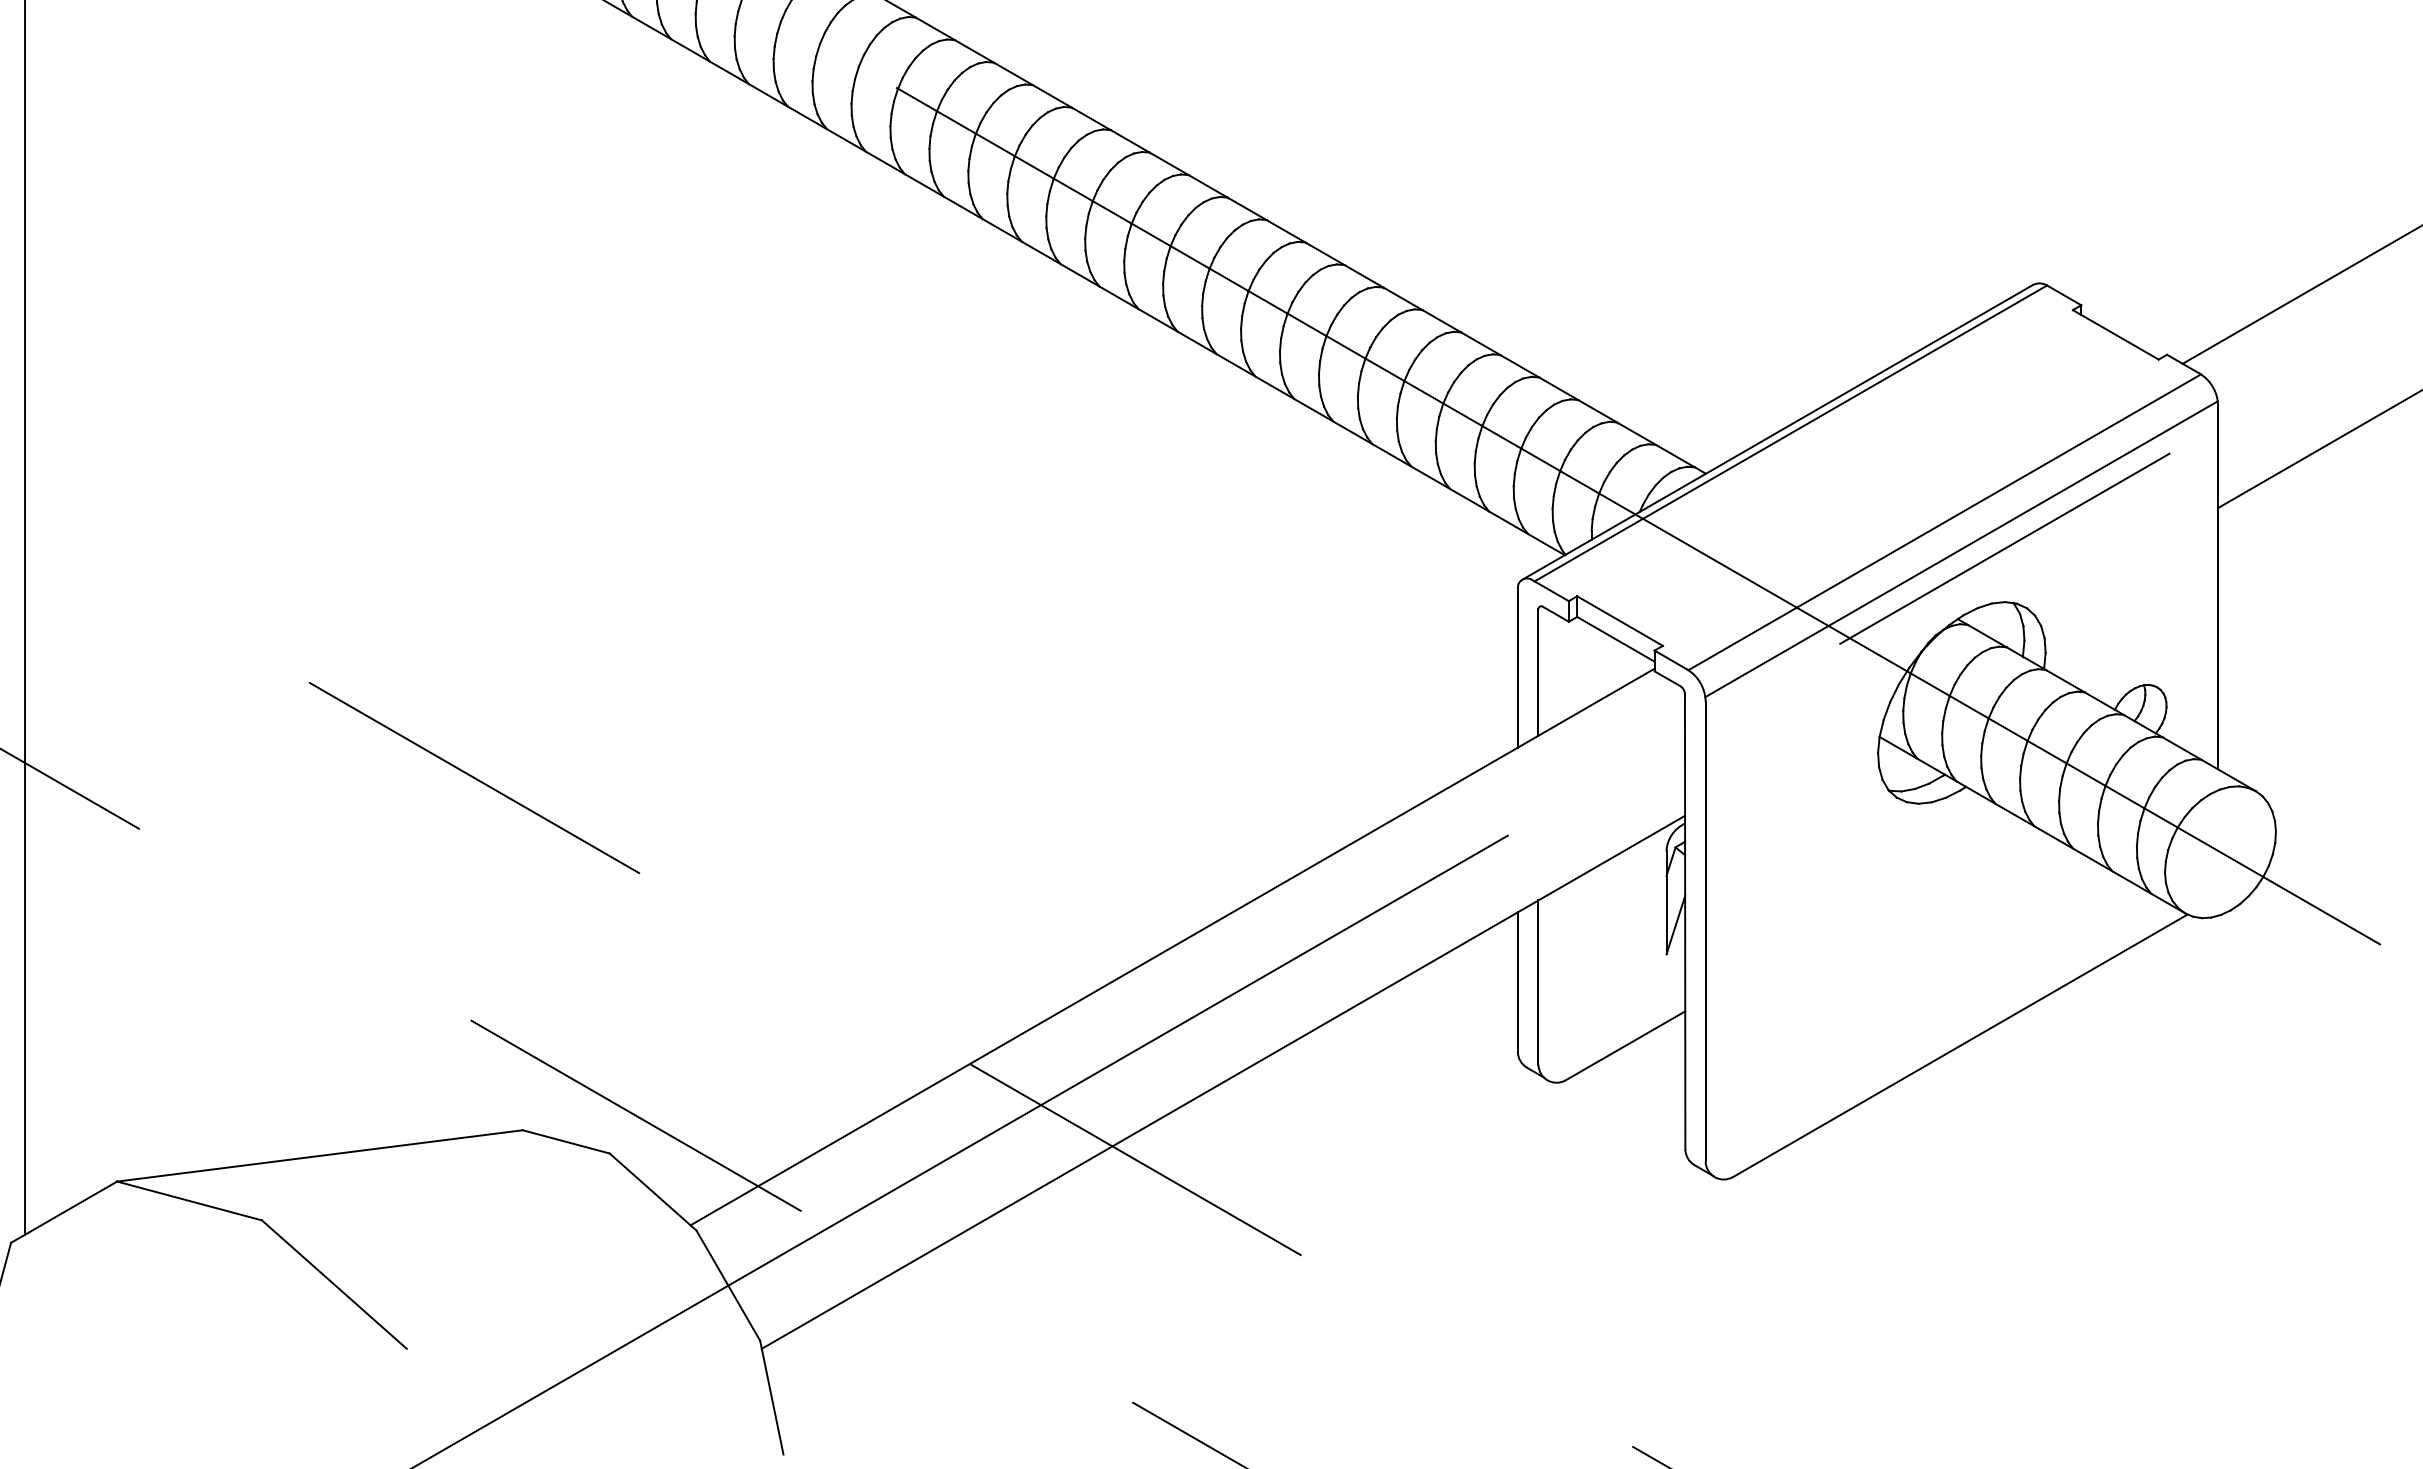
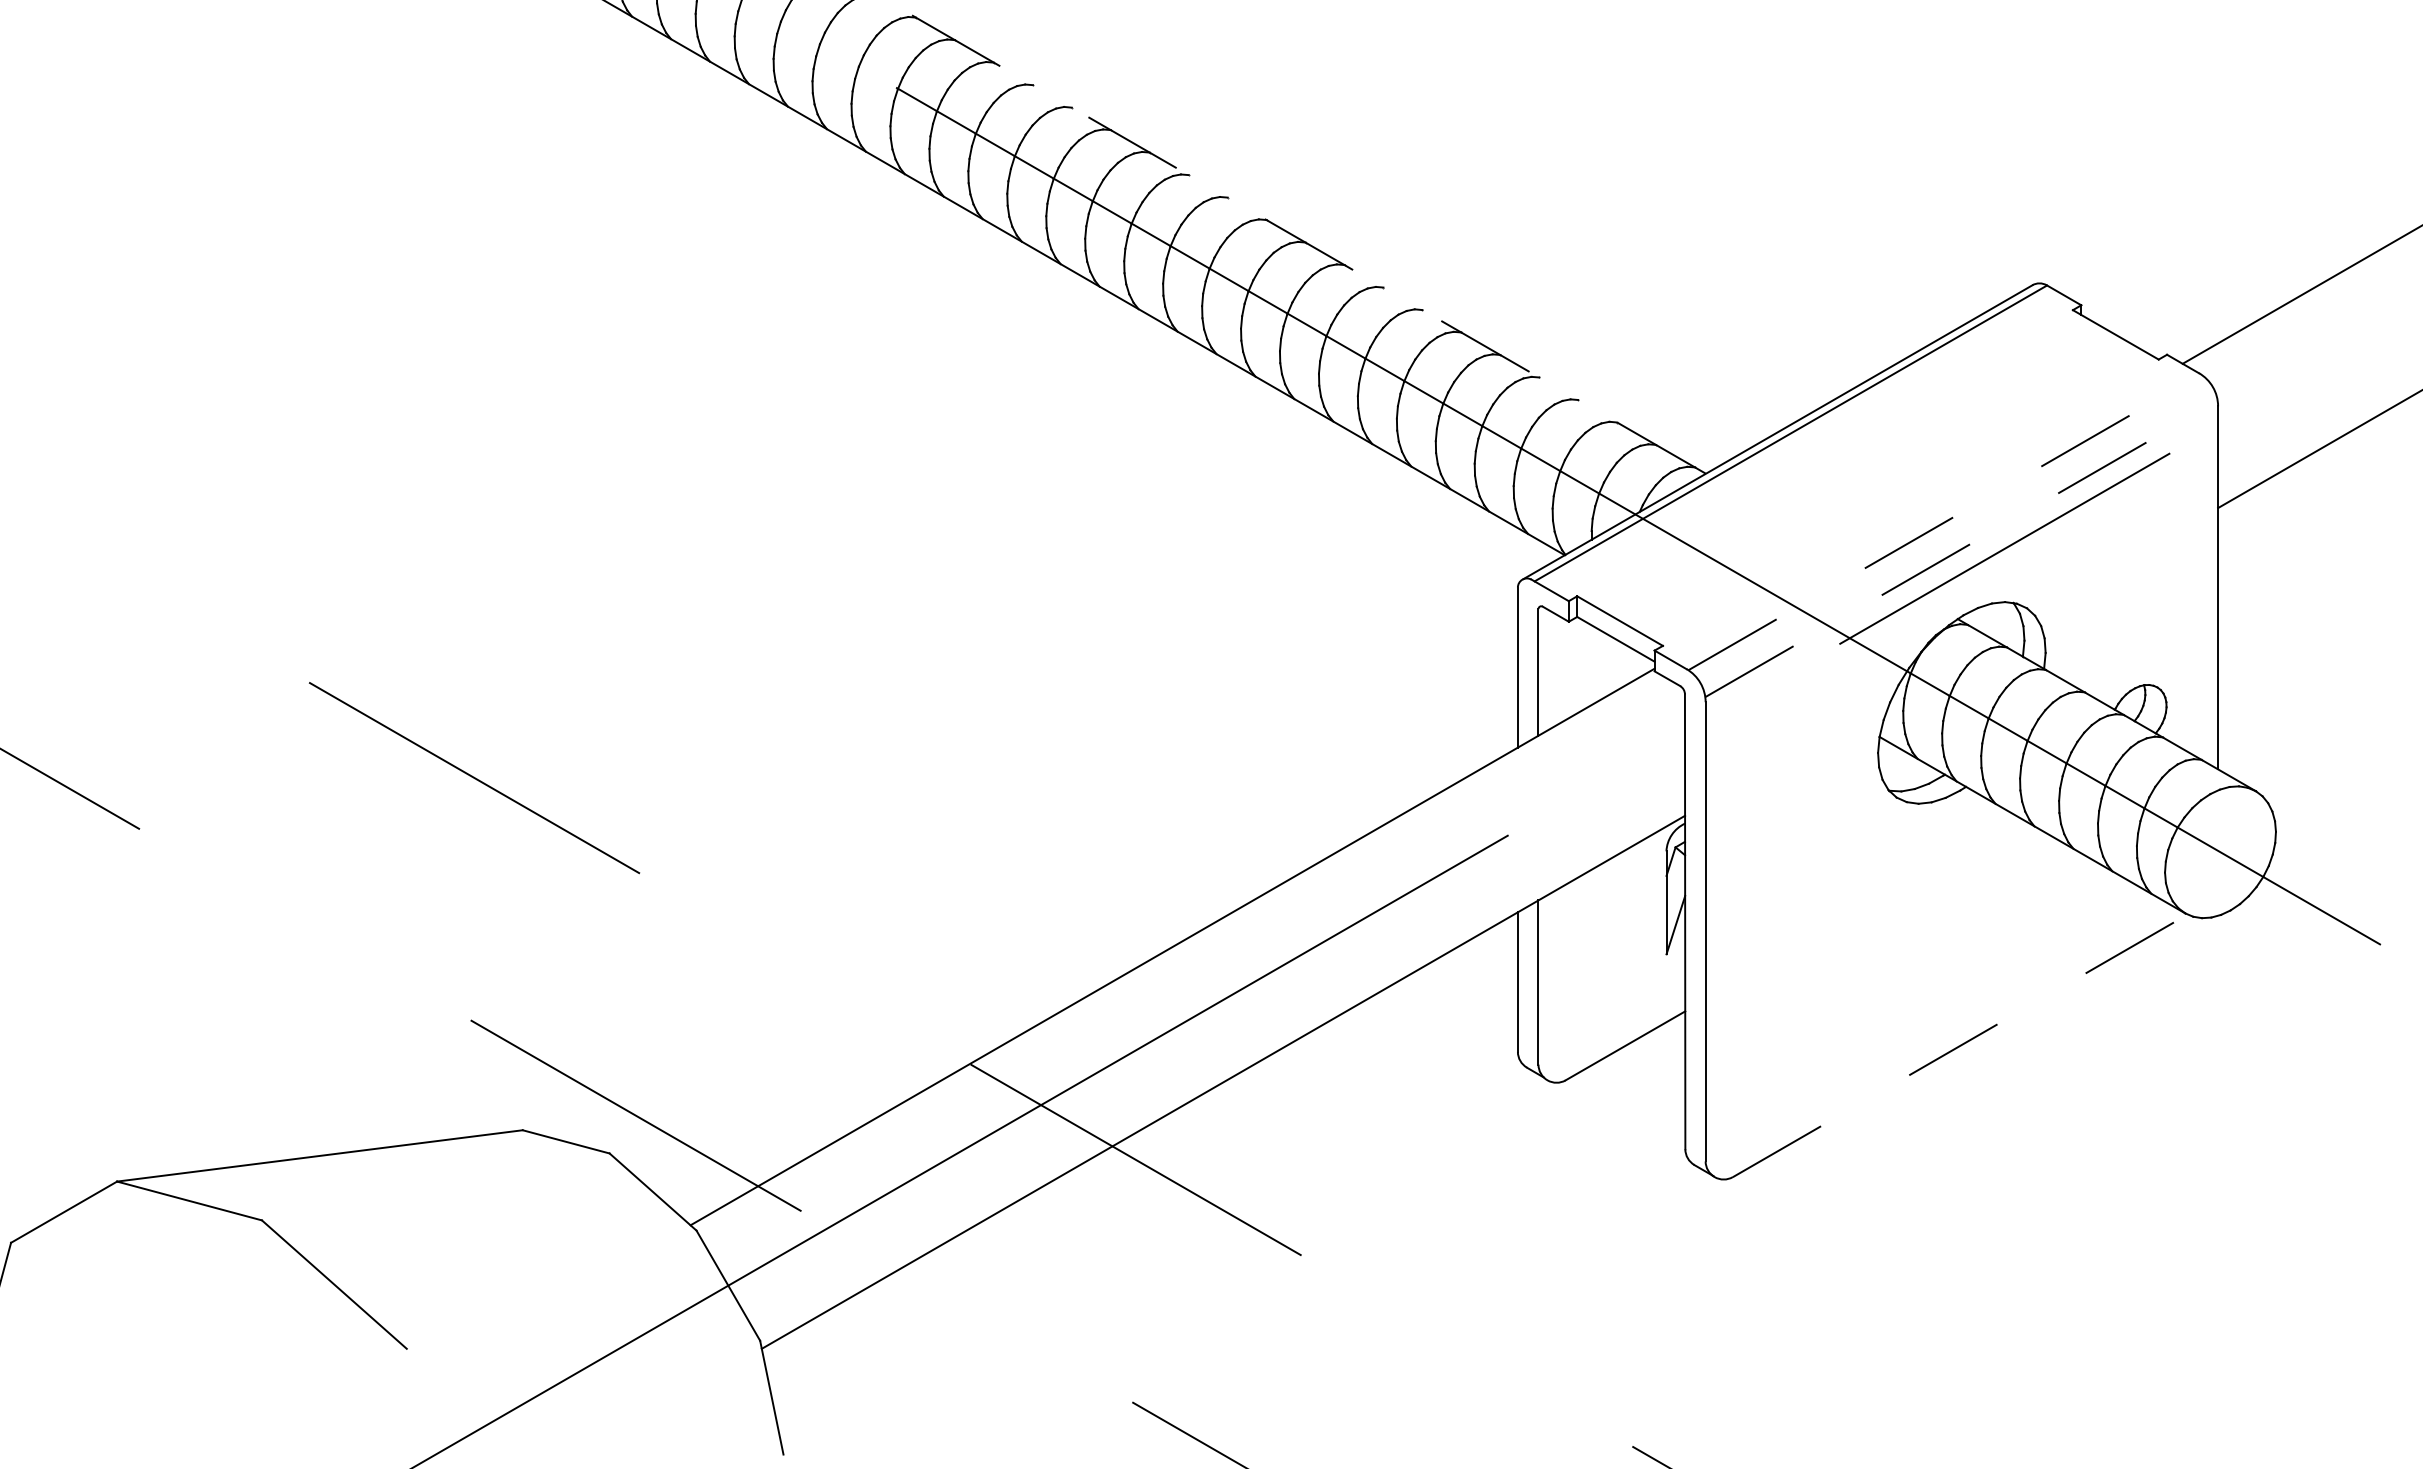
line at (1295, 236): solid -> dashed
line at (1944, 522): solid -> dashed
line at (1961, 549): solid -> dashed
line at (25, 618): present -> none
line at (1960, 1045): solid -> dashed
